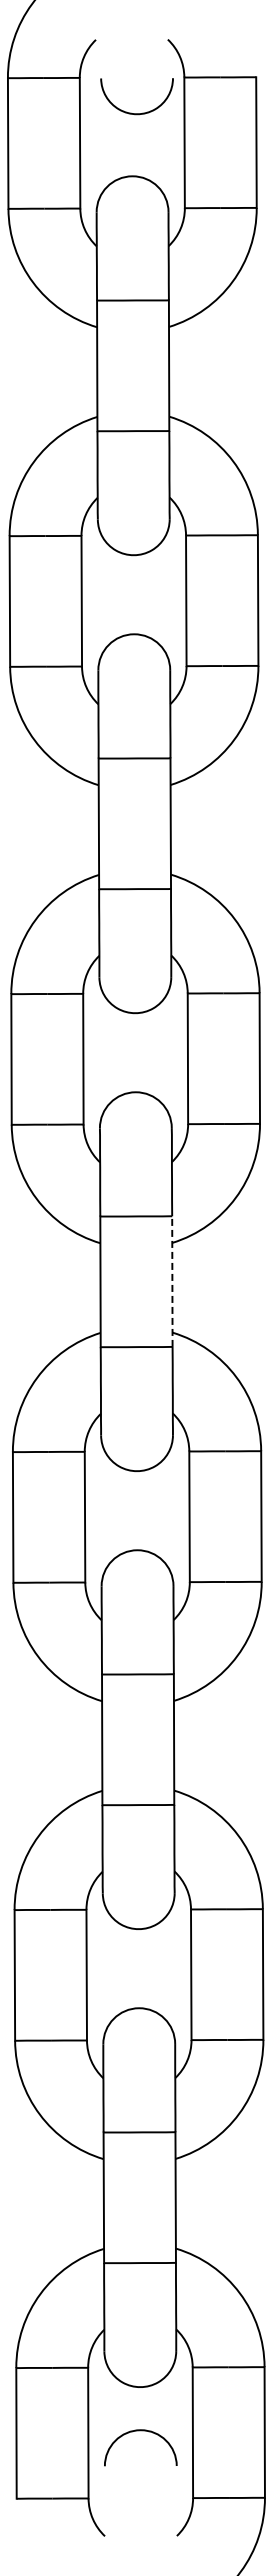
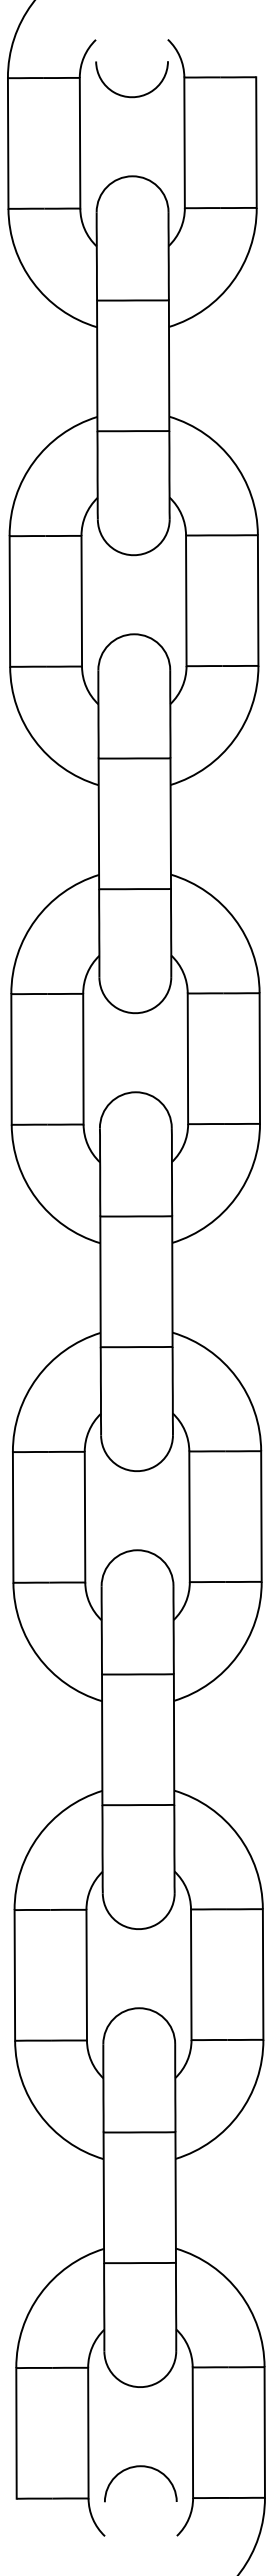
arc at (131, 112) position: (131, 112) -> (126, 95)
line at (172, 1281): dashed -> solid
arc at (140, 2431) position: (140, 2431) -> (140, 2467)
